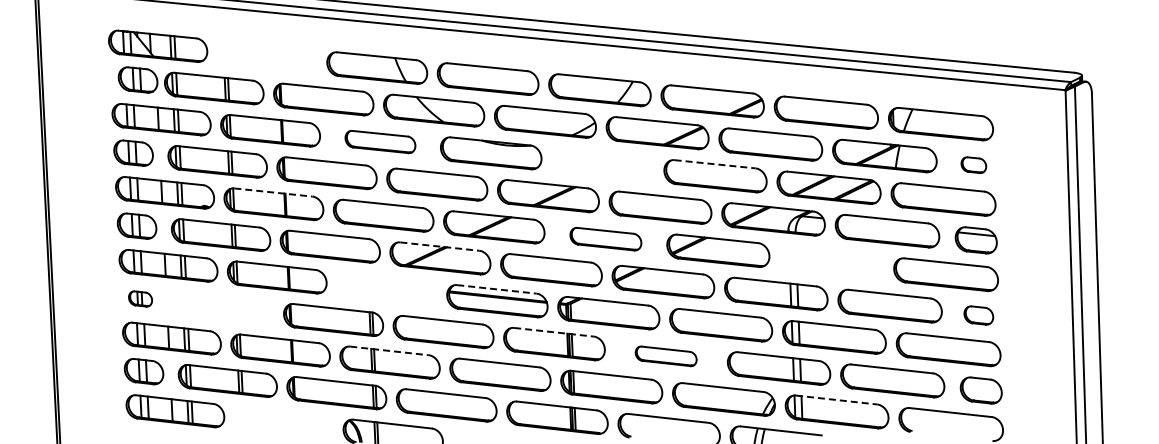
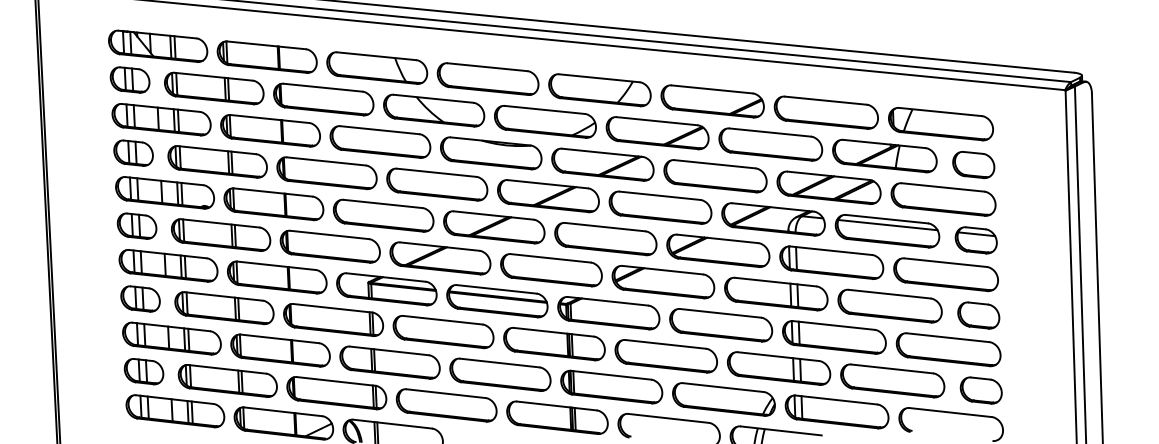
part at (266, 56): none -> present
part at (137, 79) position: (137, 79) -> (129, 79)
part at (380, 142) size: 73x25 px -> 103x34 px
part at (602, 164): none -> present
line at (715, 164): dashed -> solid
part at (973, 165) size: 28x19 px -> 44x29 px
line at (273, 192): dashed -> solid
line at (887, 225): none -> present
part at (605, 239) size: 74x25 px -> 104x35 px
line at (439, 246): dashed -> solid
part at (831, 262): none -> present
part at (386, 289): none -> present
line at (496, 289): dashed -> solid
part at (140, 298) size: 25x18 px -> 41x28 px
part at (224, 308): none -> present
part at (978, 315) size: 32x21 px -> 44x29 px
line at (554, 332): dashed -> solid
line at (389, 350): dashed -> solid
part at (665, 356) size: 64x23 px -> 104x35 px
line at (836, 400): dashed -> solid
part at (283, 423): none -> present
